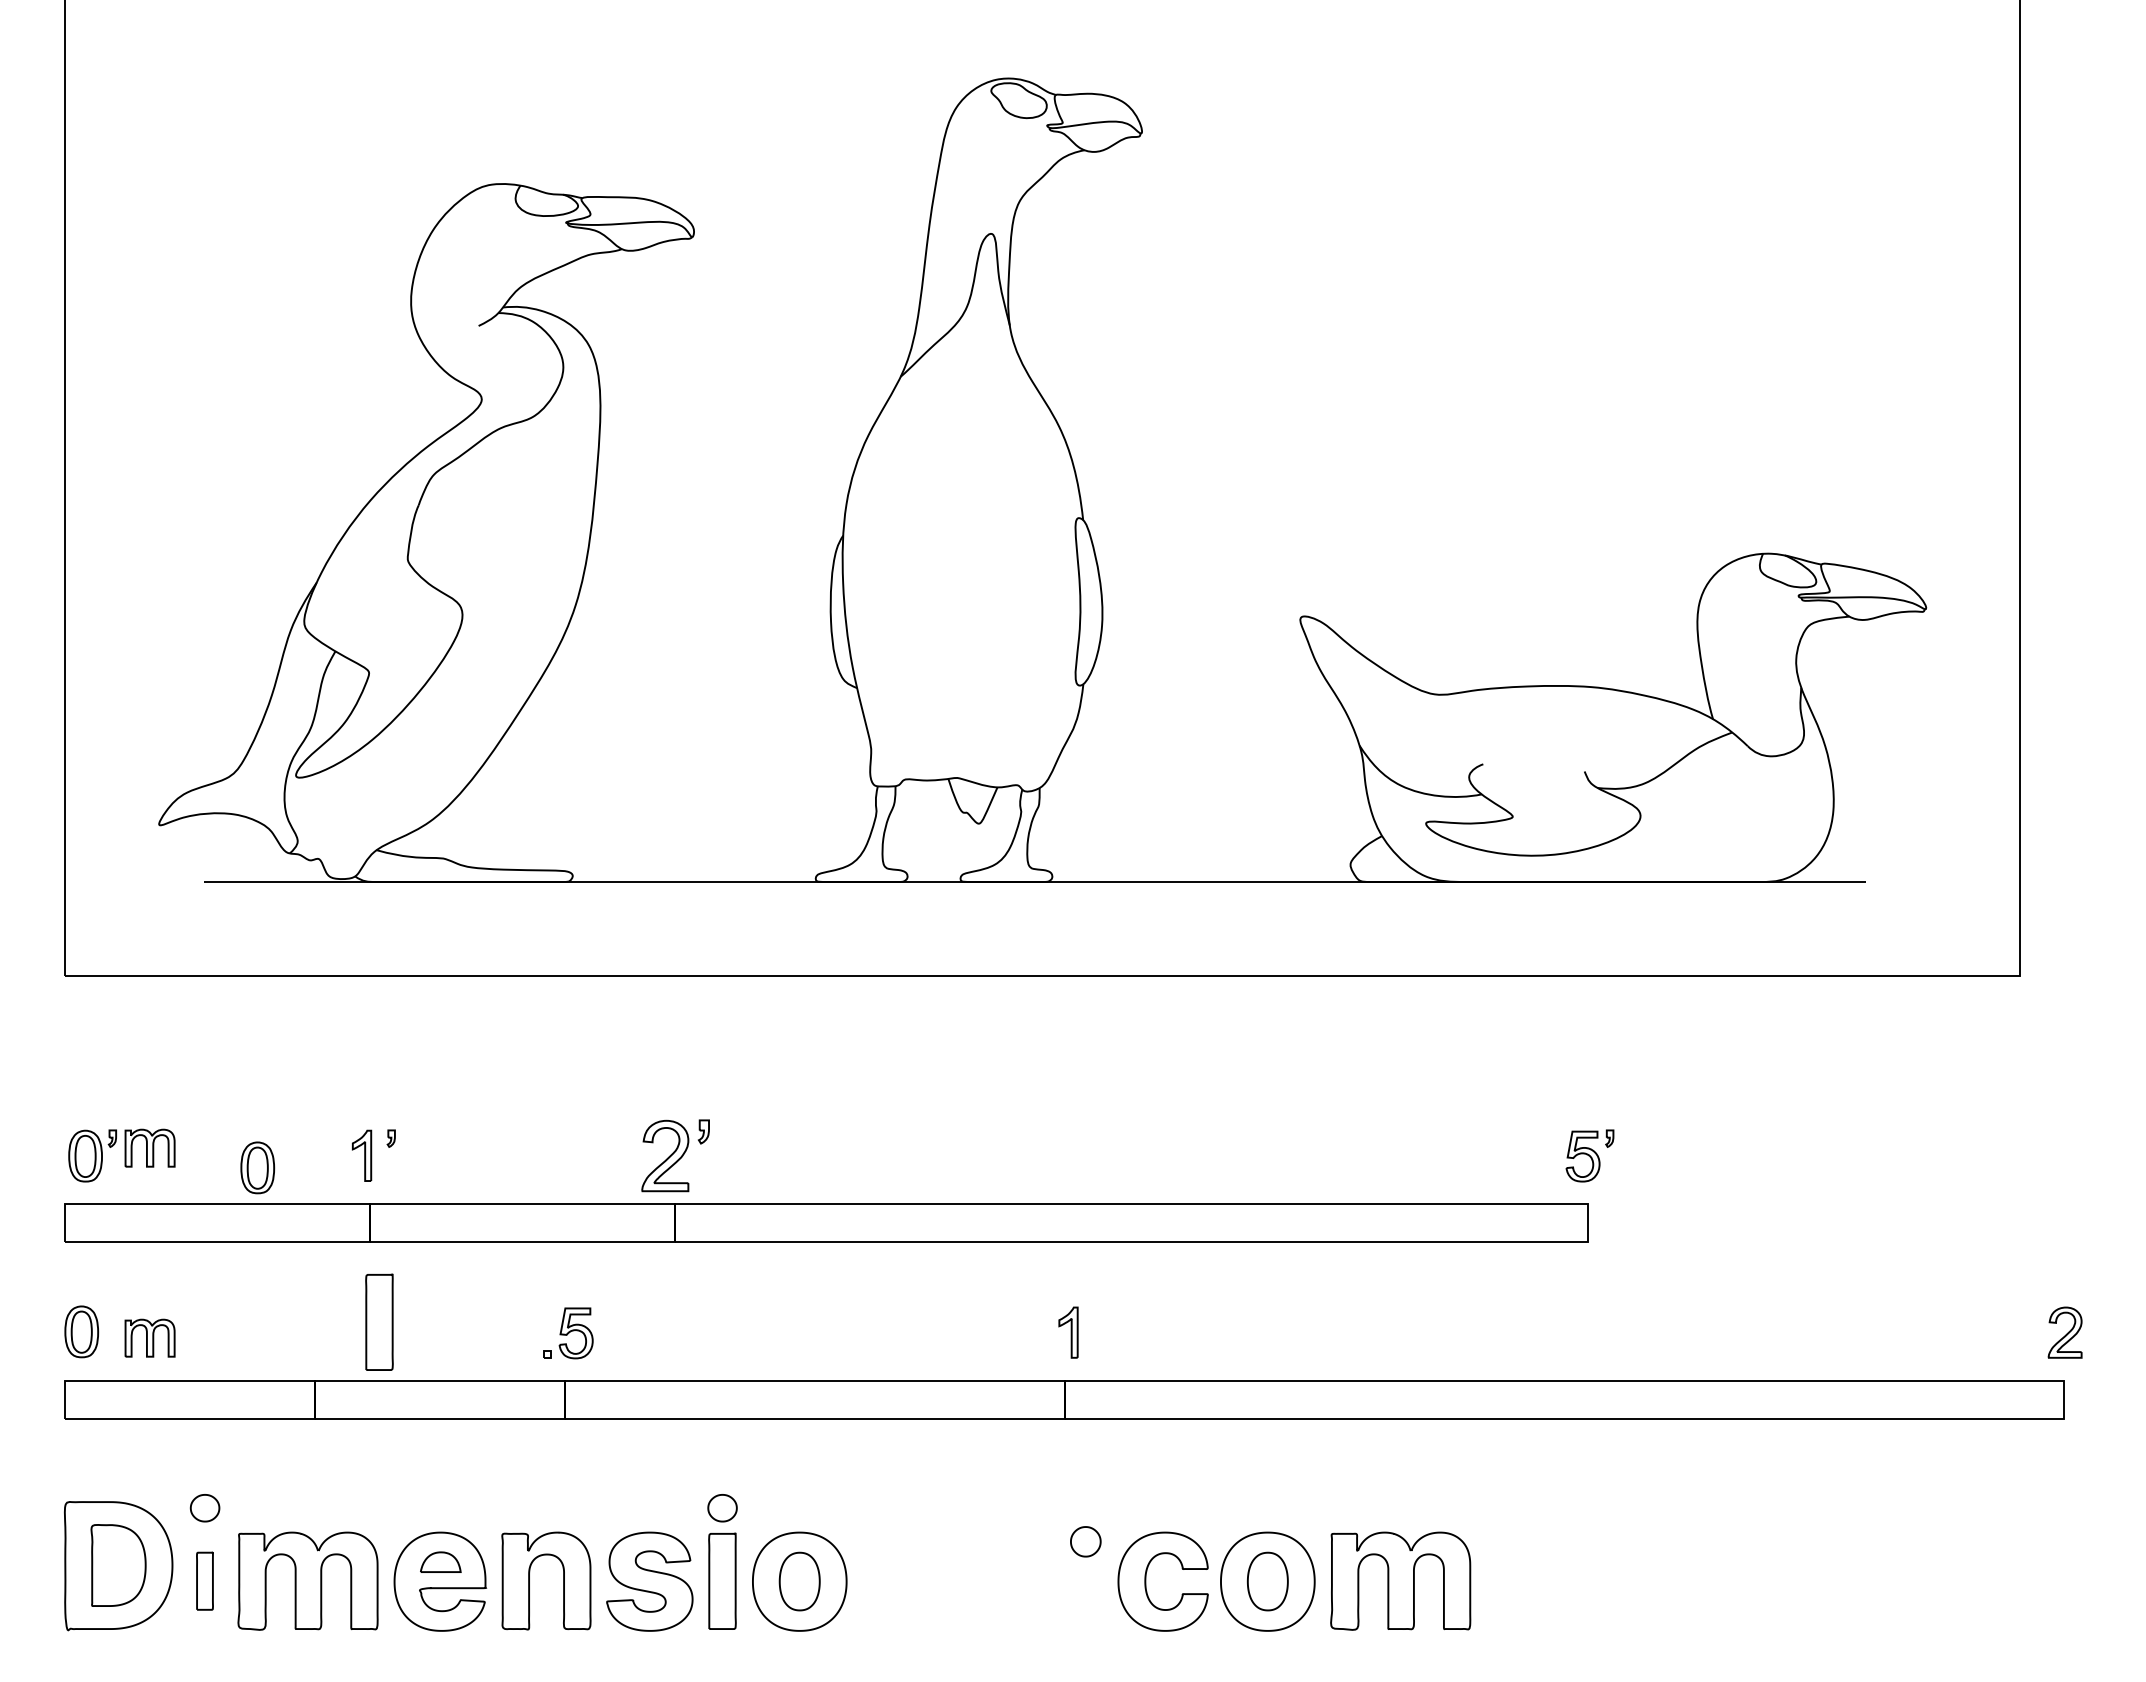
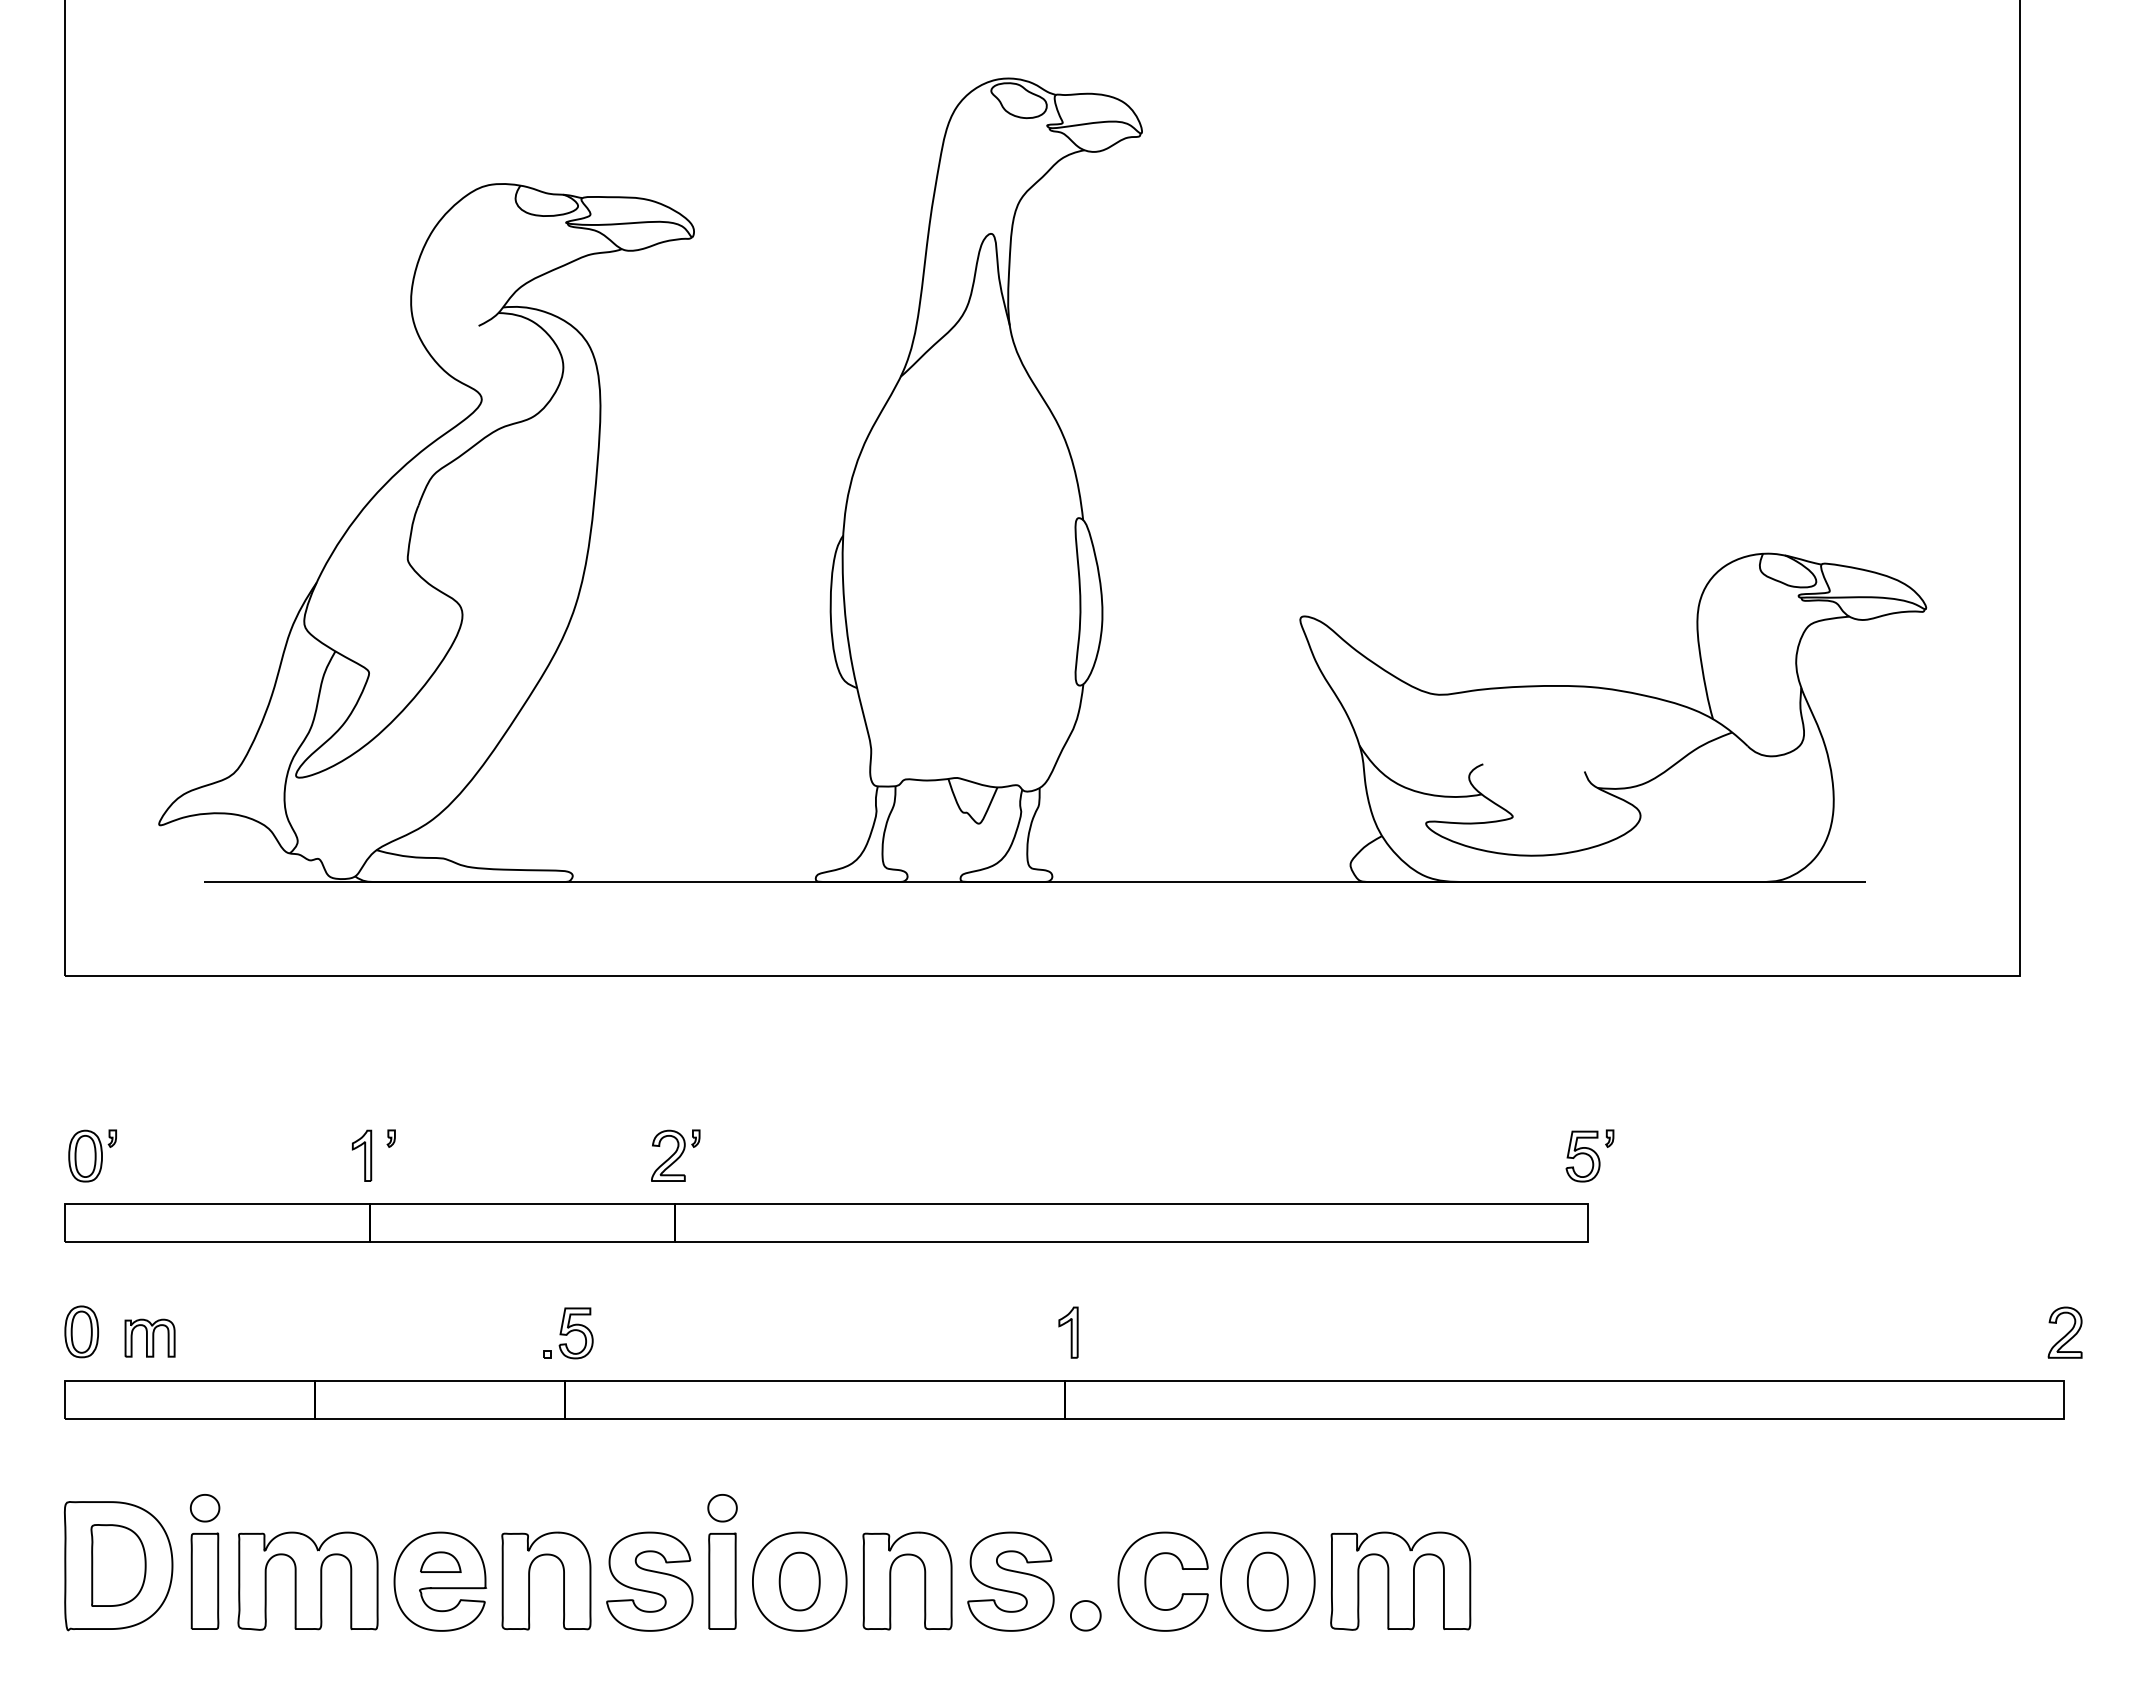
part at (149, 1147): present -> none
part at (675, 1155) size: 69x74 px -> 50x53 px
part at (257, 1167): present -> none
part at (379, 1321): present -> none
part at (1085, 1541) position: (1085, 1541) -> (1085, 1615)
part at (204, 1580) size: 18x60 px -> 30x98 px
part at (891, 1580): none -> present
part at (1010, 1581): none -> present
